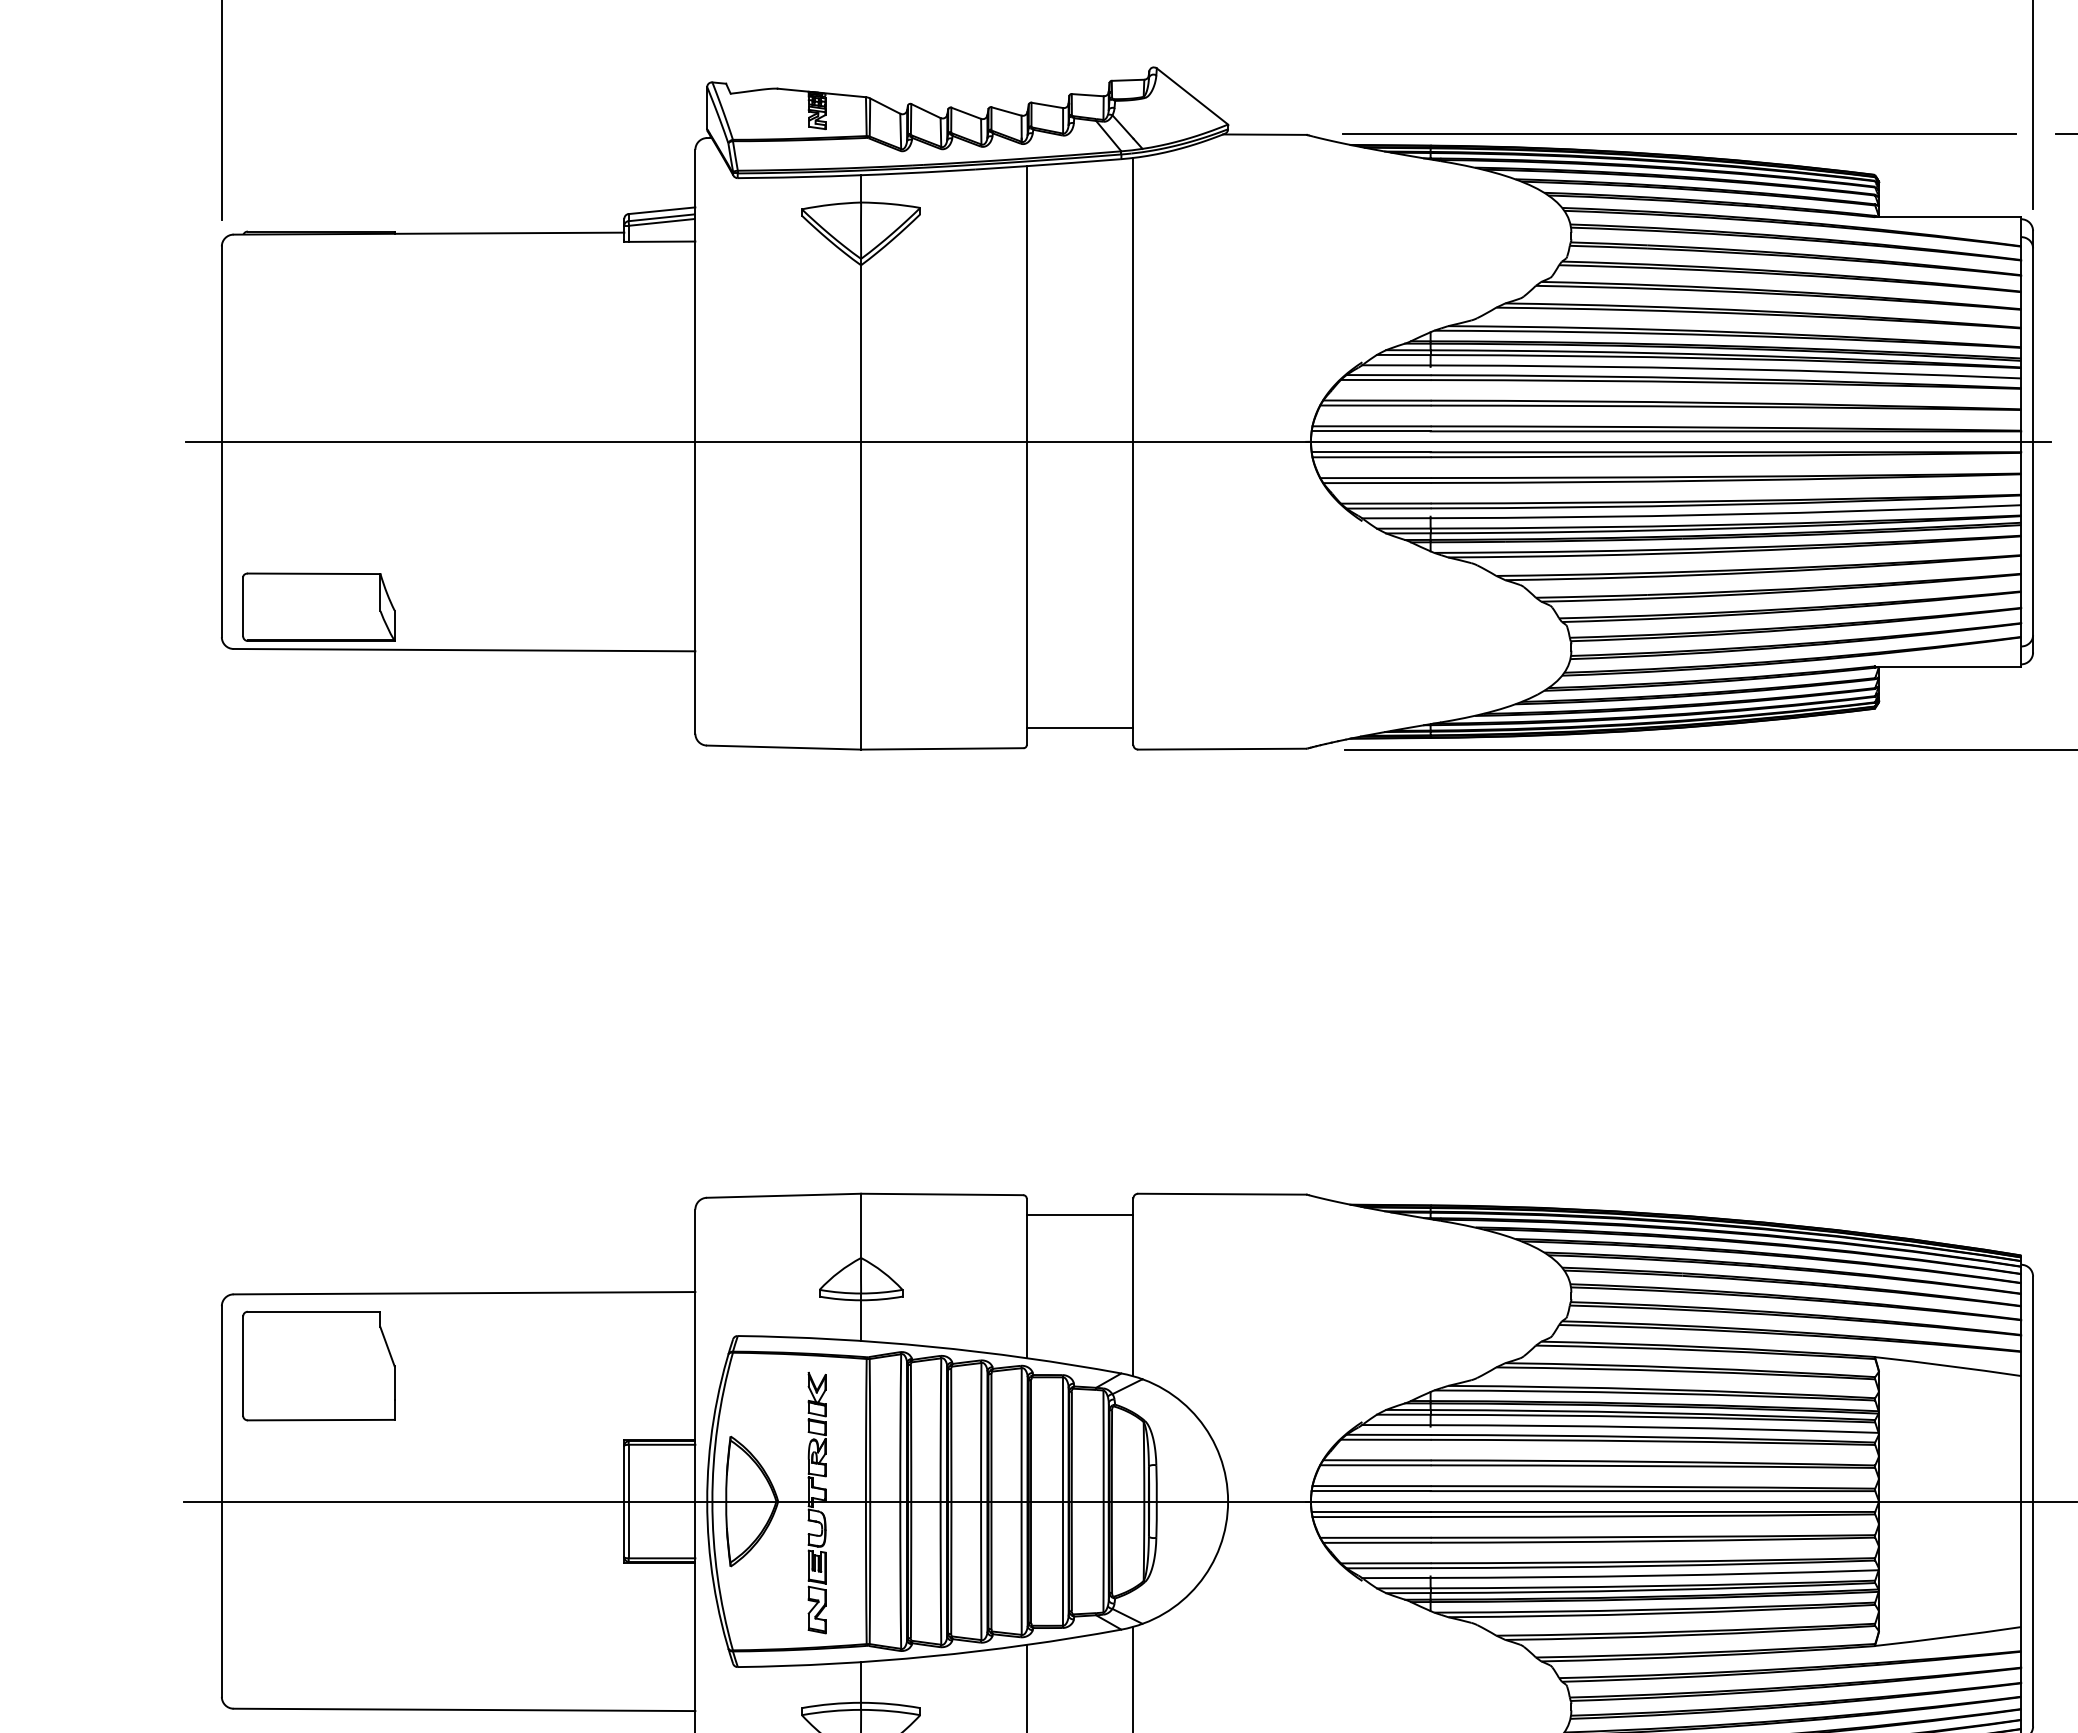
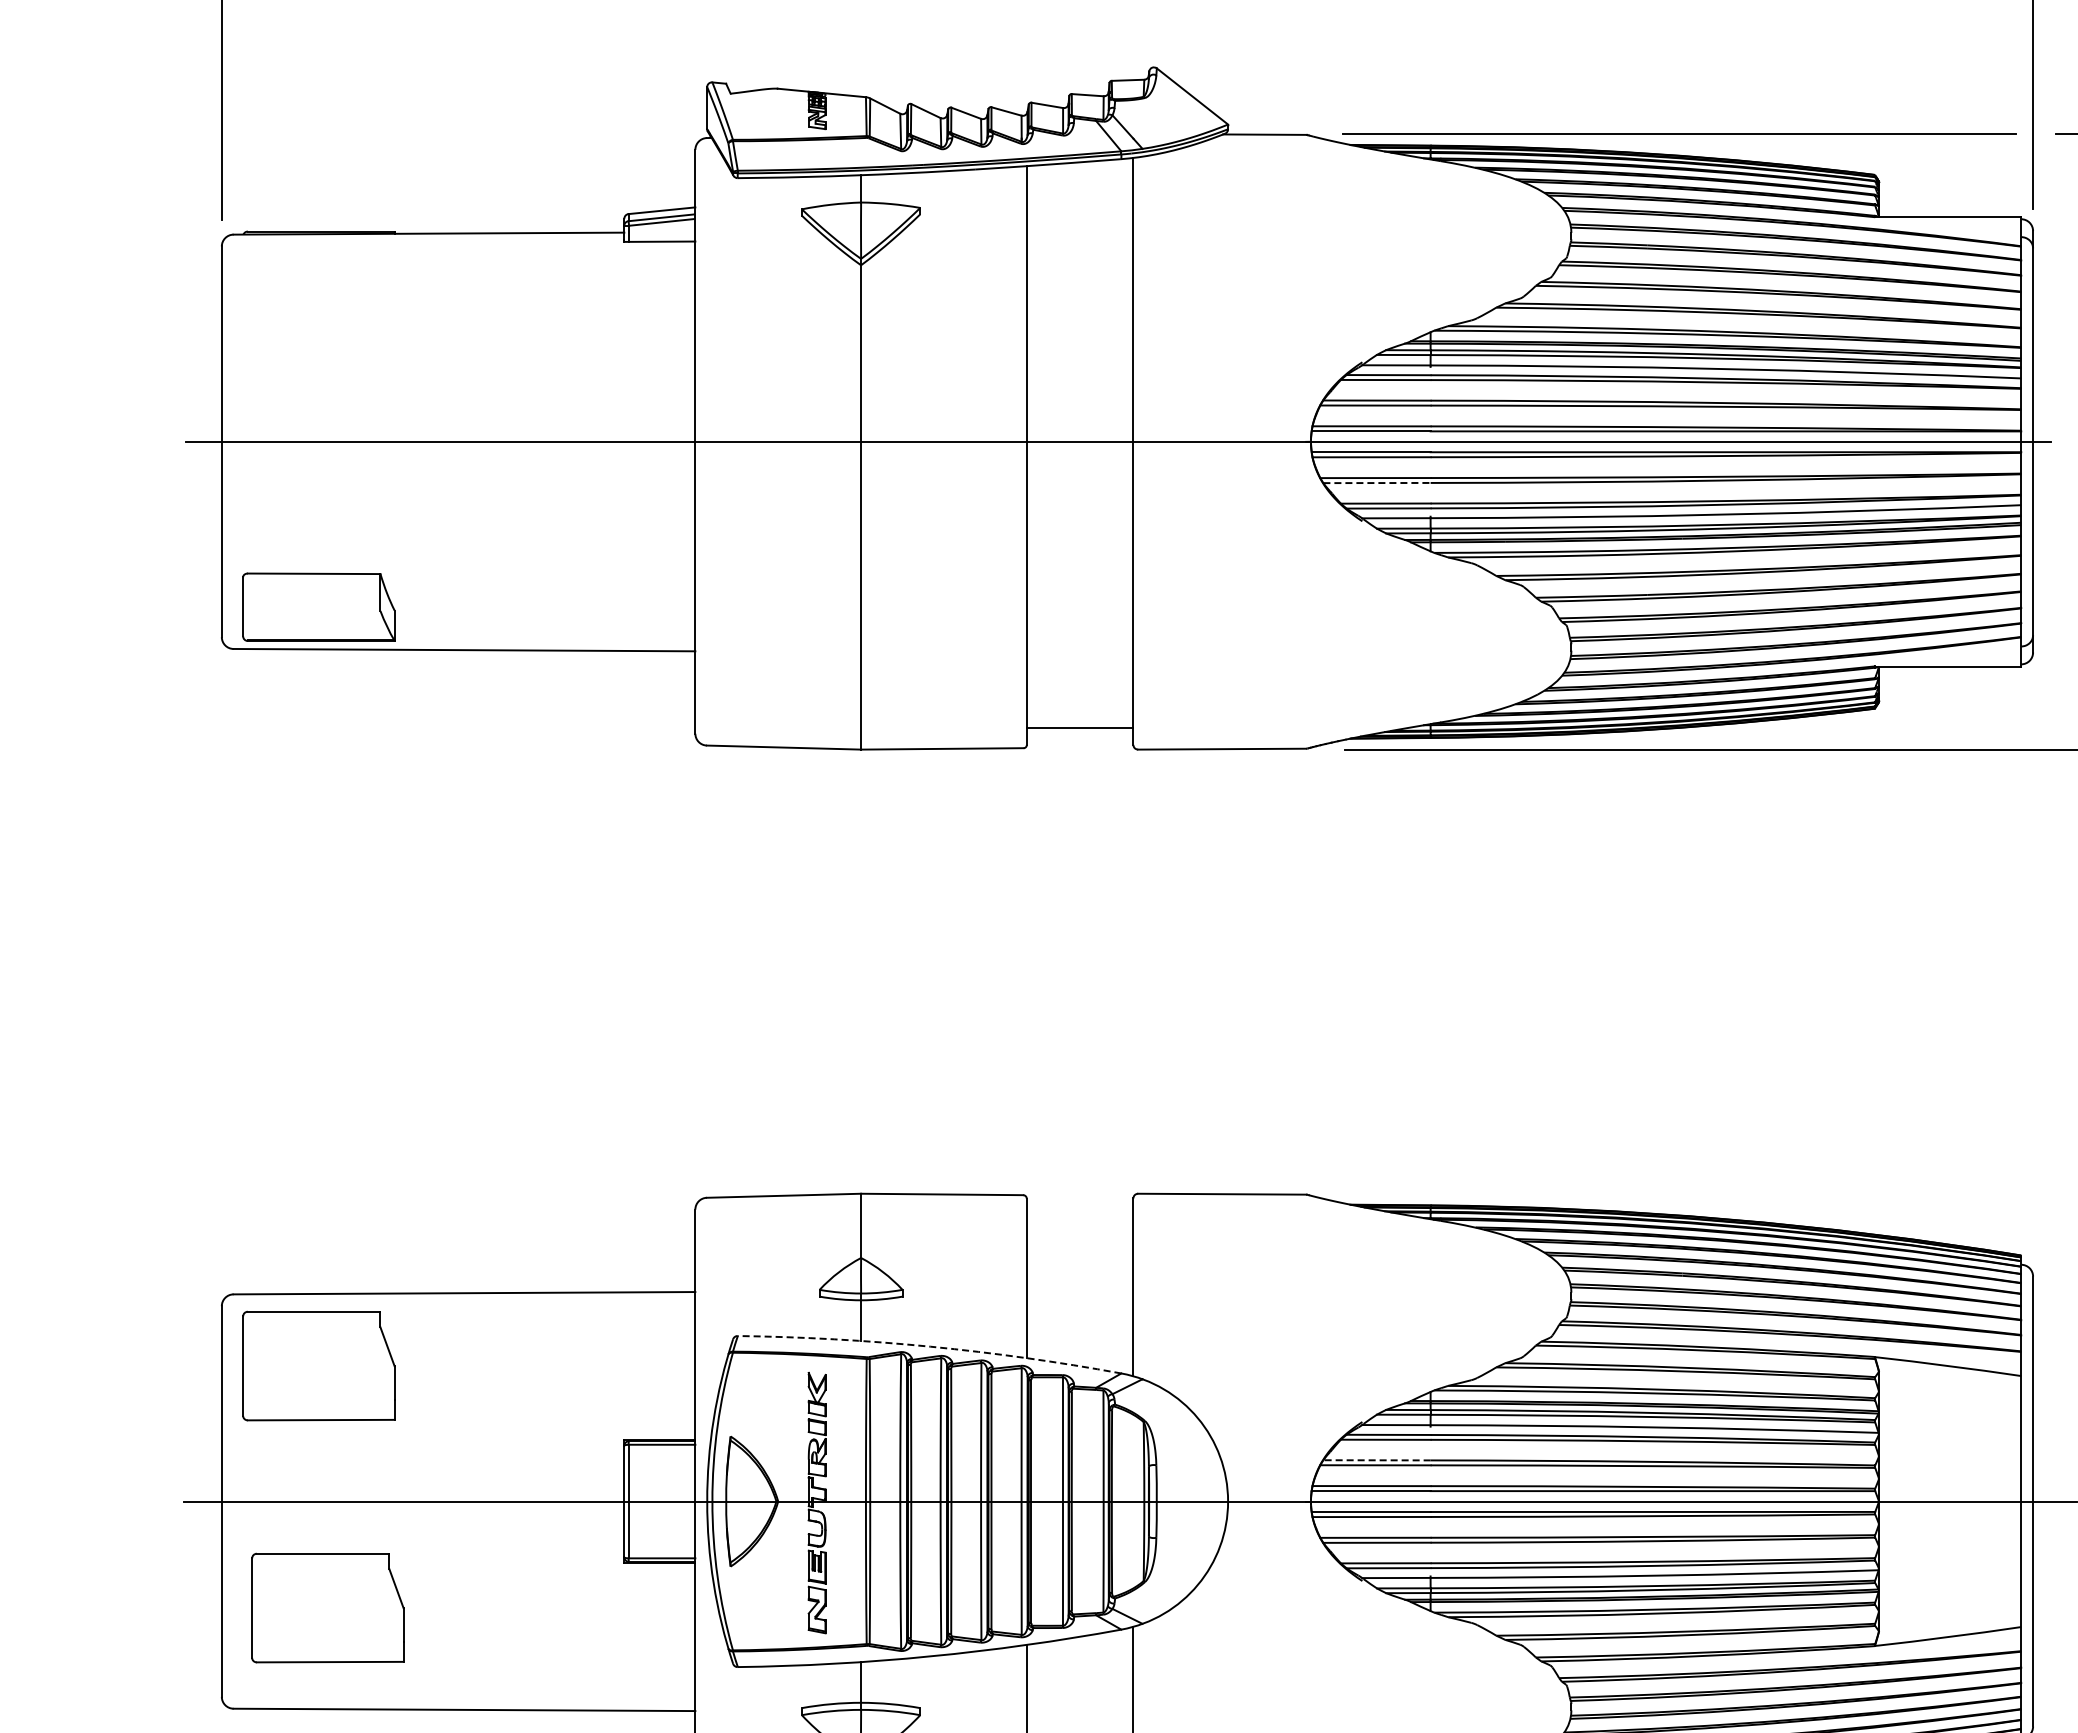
line at (1377, 483): solid -> dashed
line at (1079, 1215): present -> none
arc at (930, 1346): solid -> dashed
line at (1377, 1460): solid -> dashed
part at (327, 1607): none -> present
